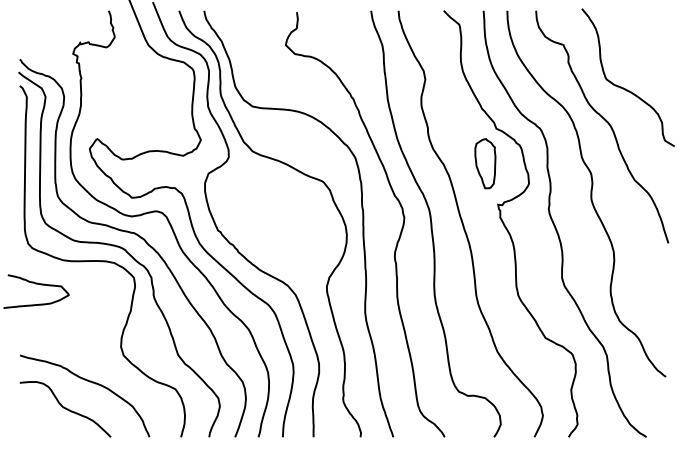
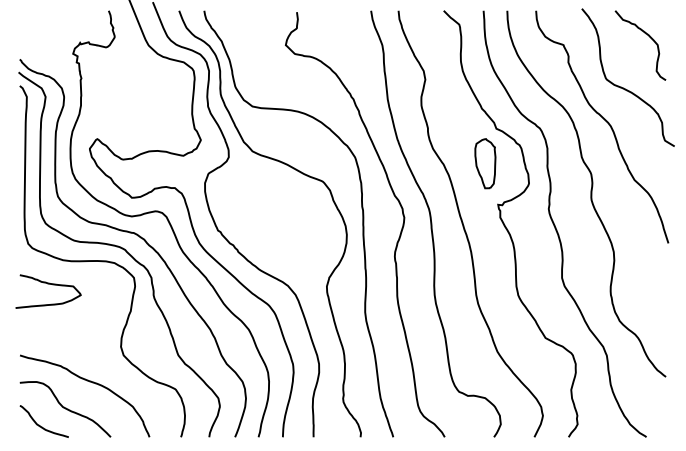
curve at (648, 36): none -> present
curve at (36, 284) position: (36, 284) -> (48, 284)
curve at (39, 424): none -> present
